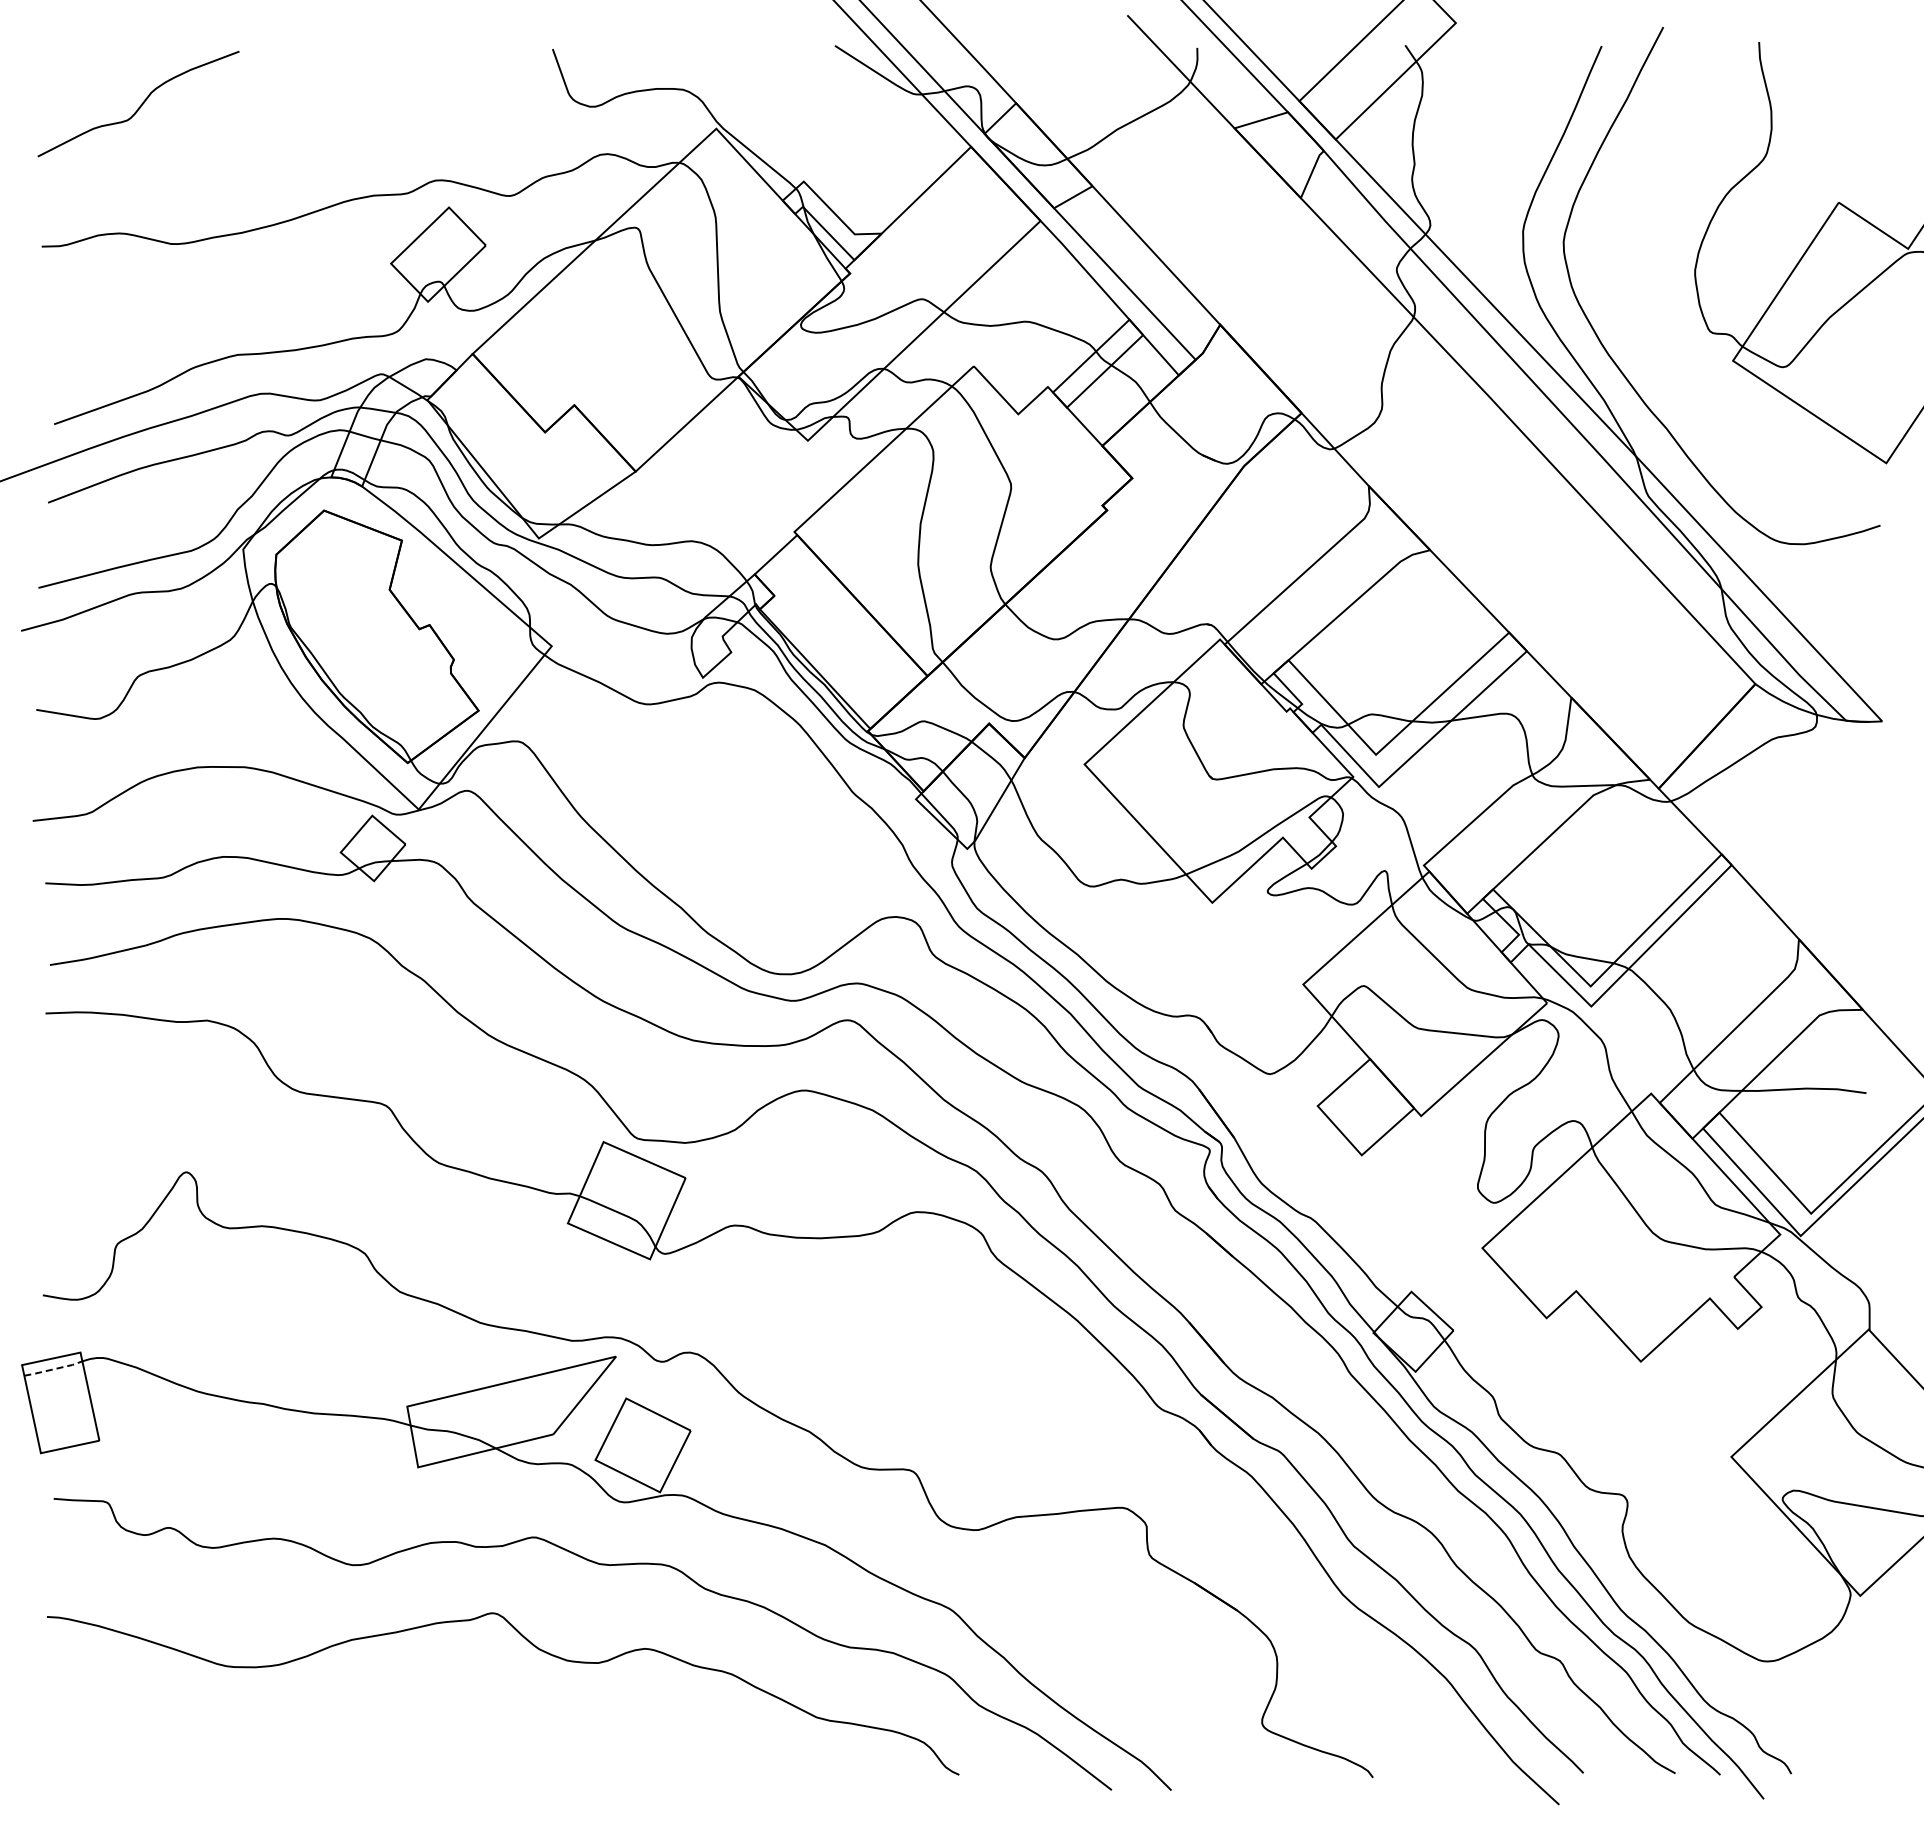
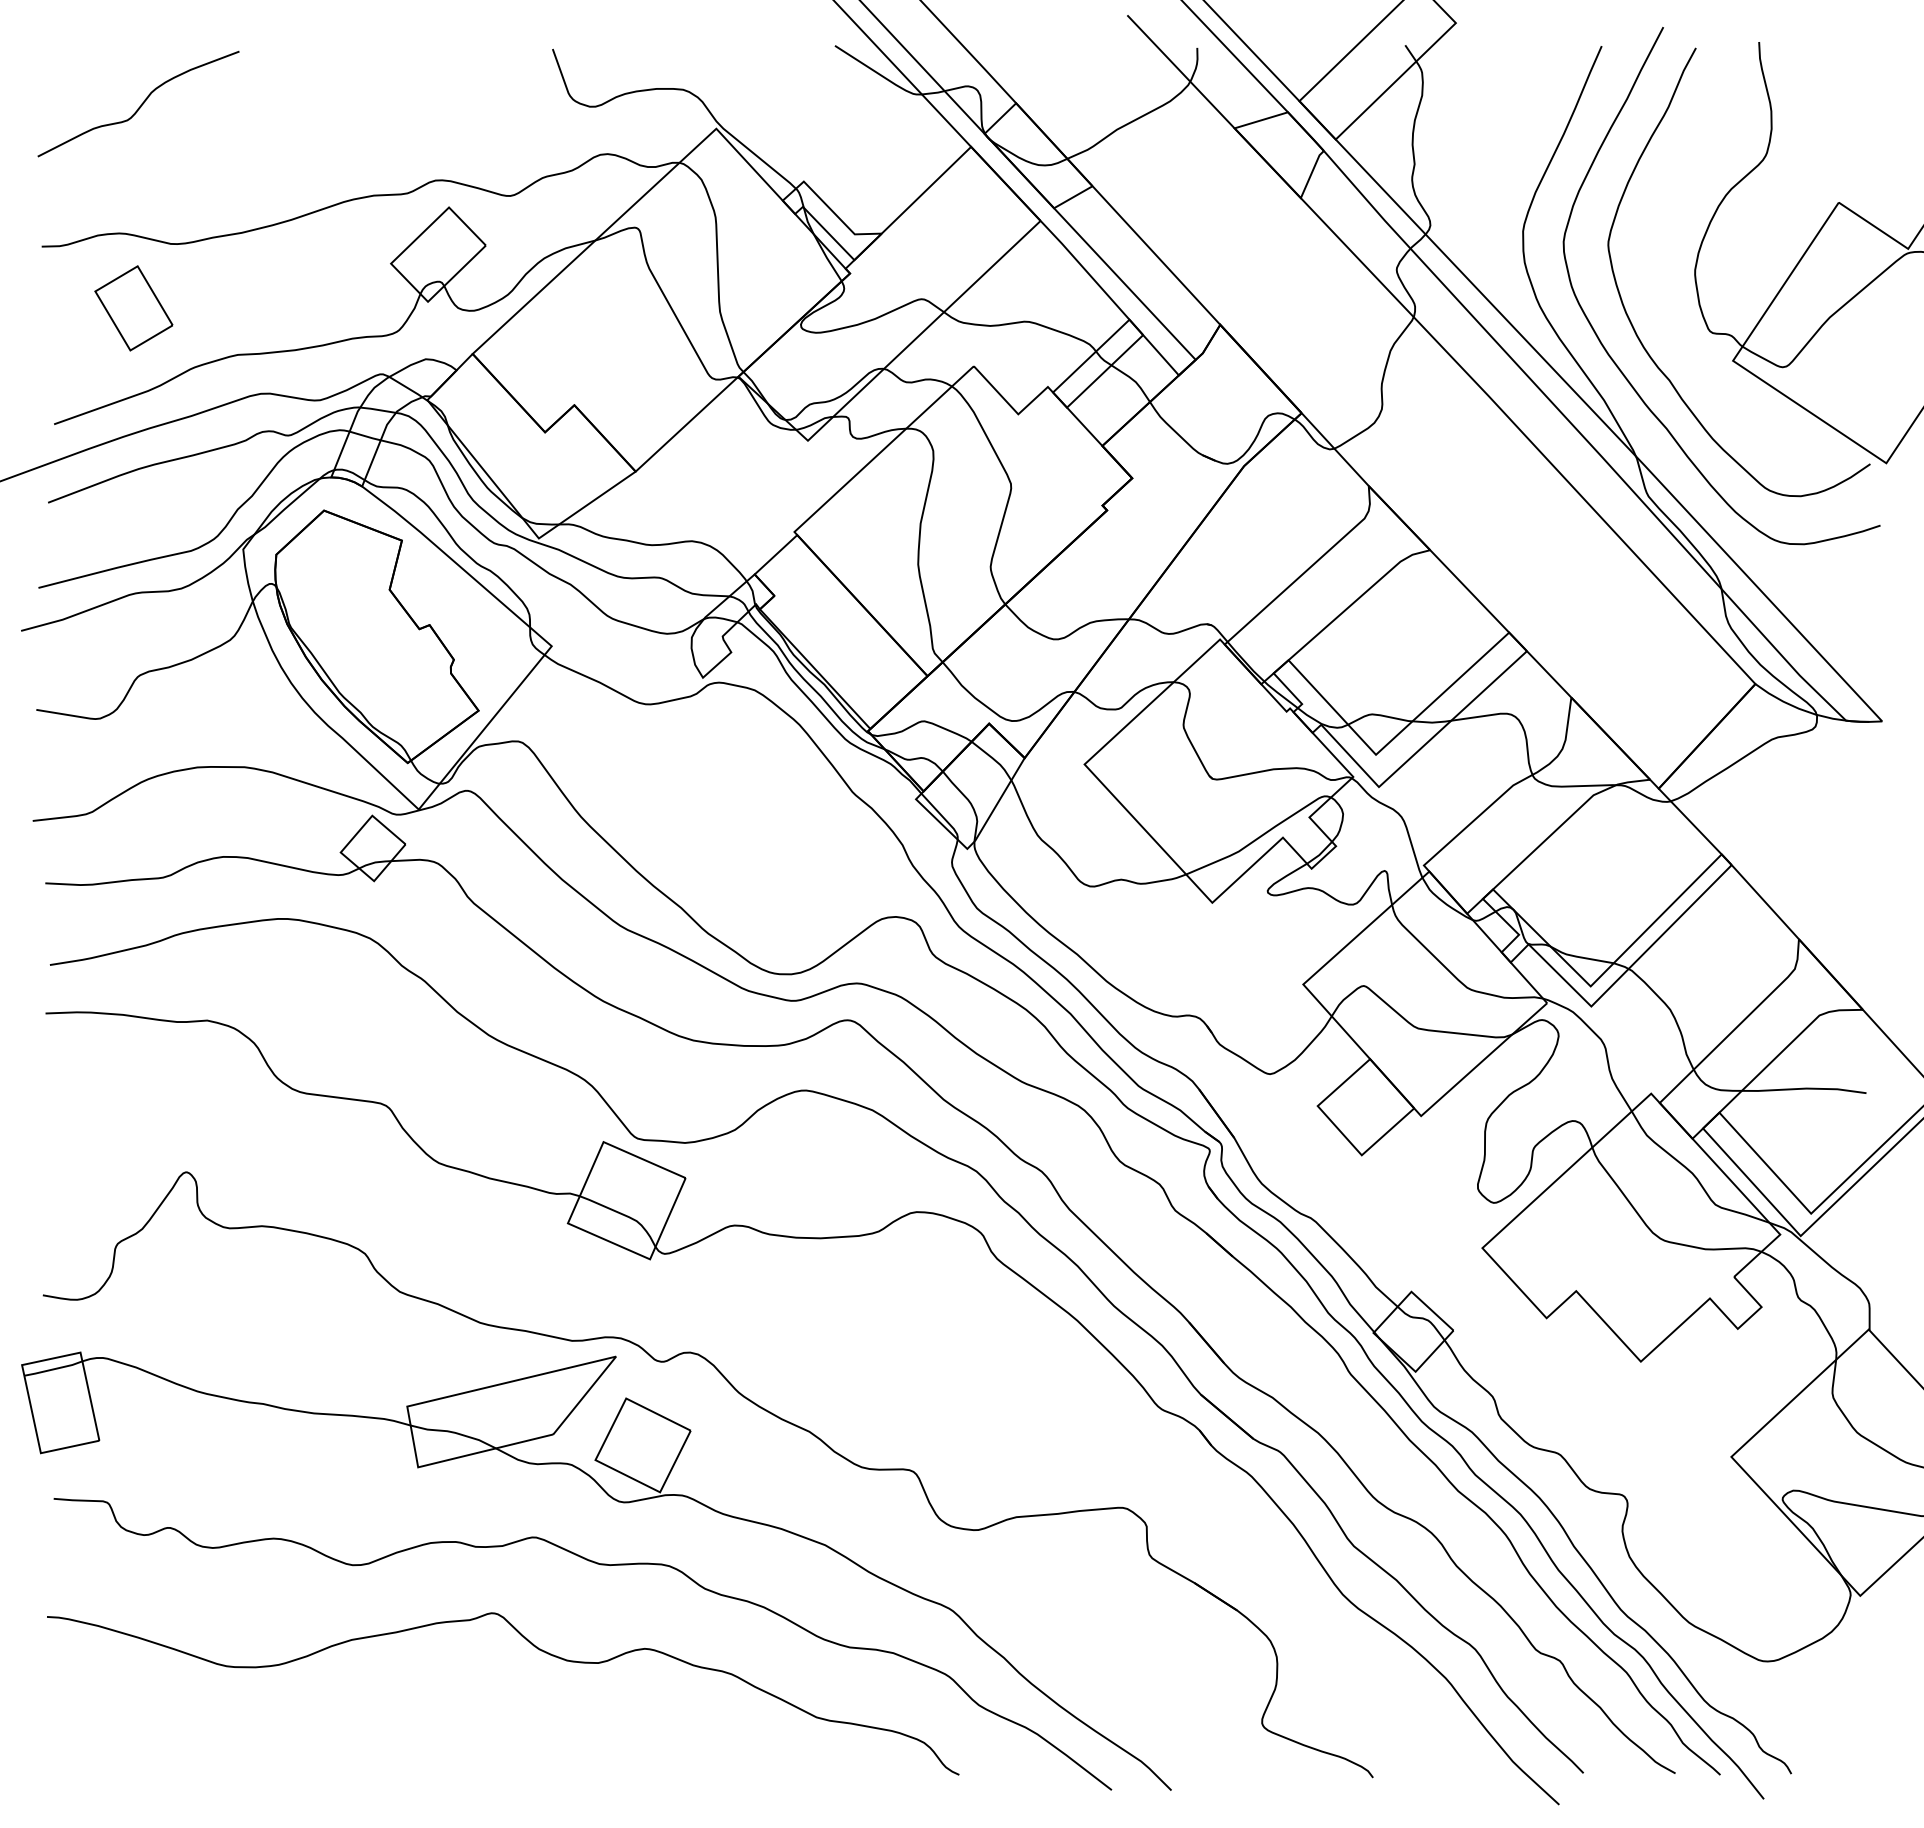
part at (133, 308): none -> present
curve at (1633, 325): none -> present
line at (53, 1369): dashed -> solid
